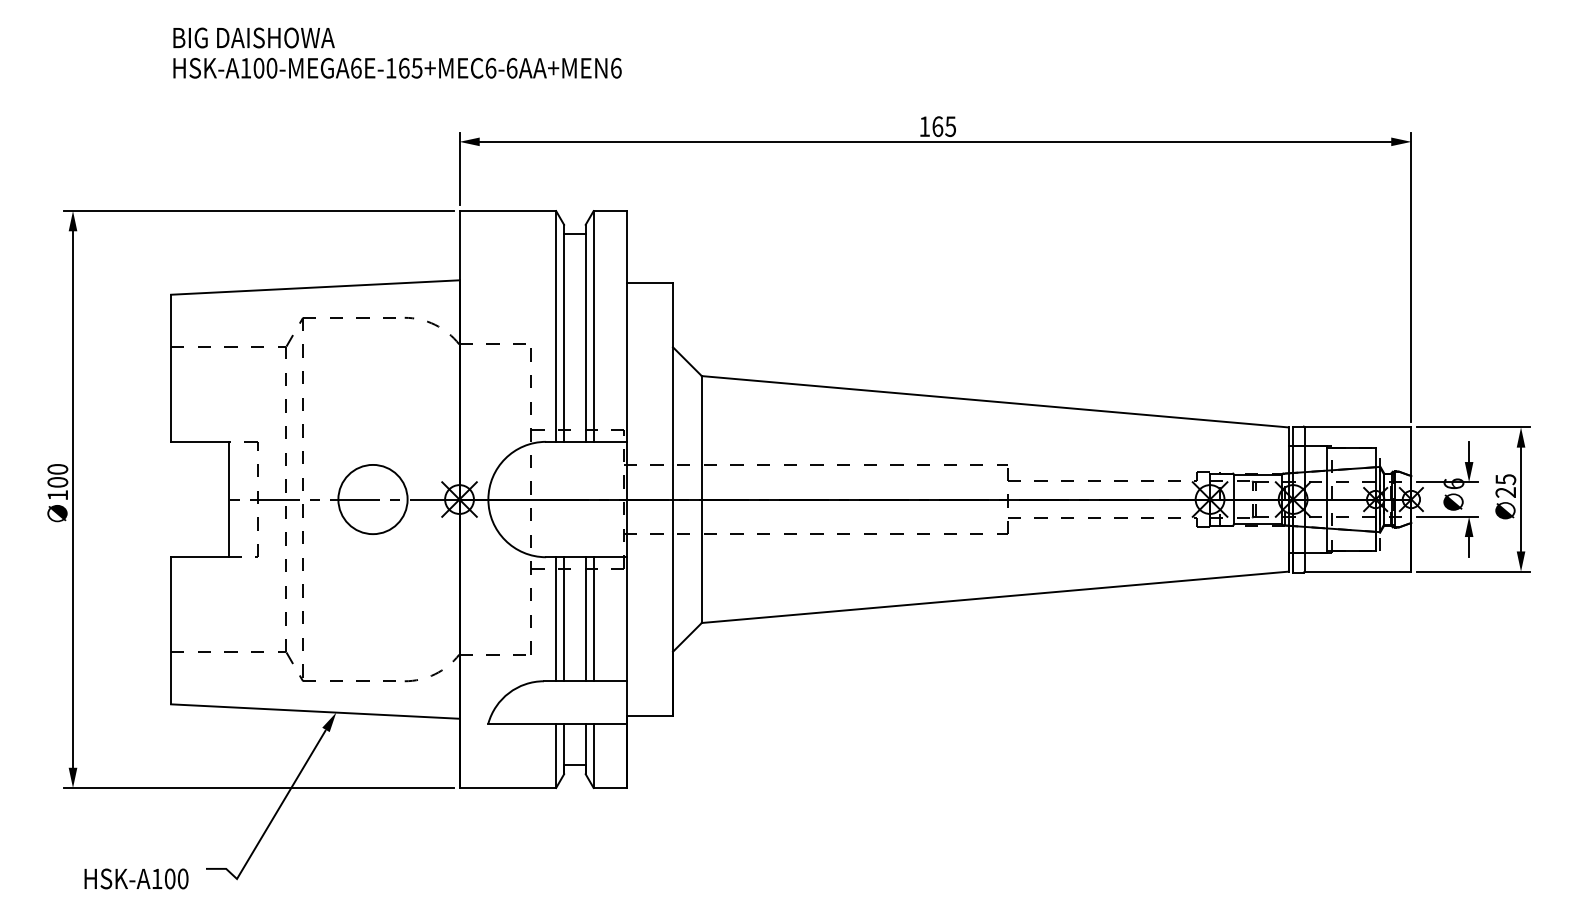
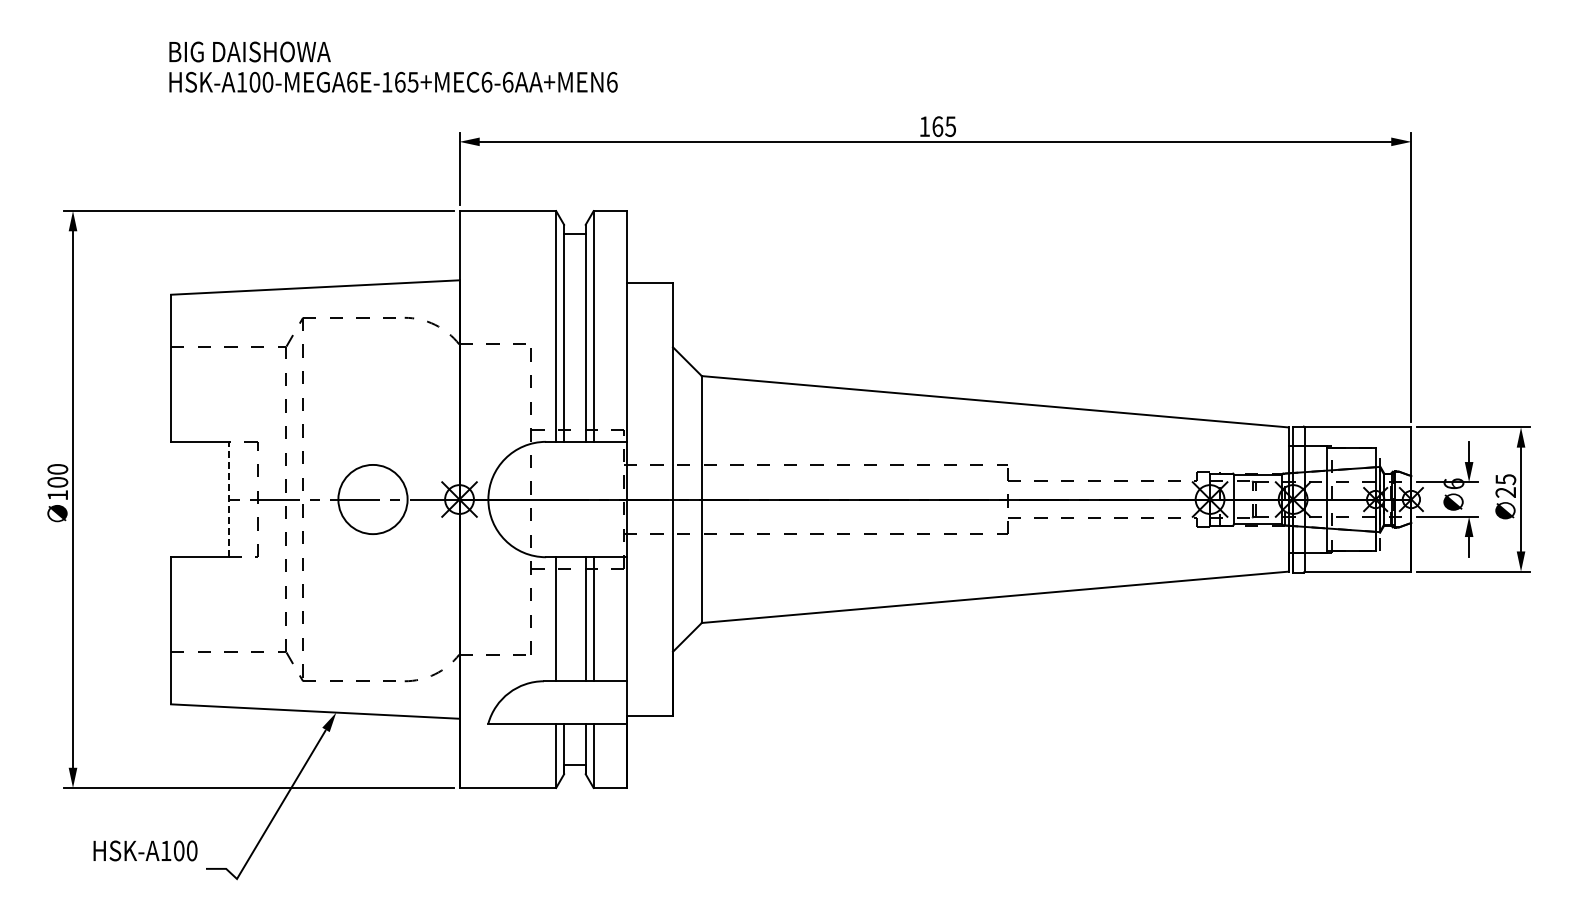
text at (397, 52) position: (397, 52) -> (393, 66)
line at (228, 499): solid -> dashed
line at (564, 619): present -> none
text at (136, 878) position: (136, 878) -> (145, 850)
